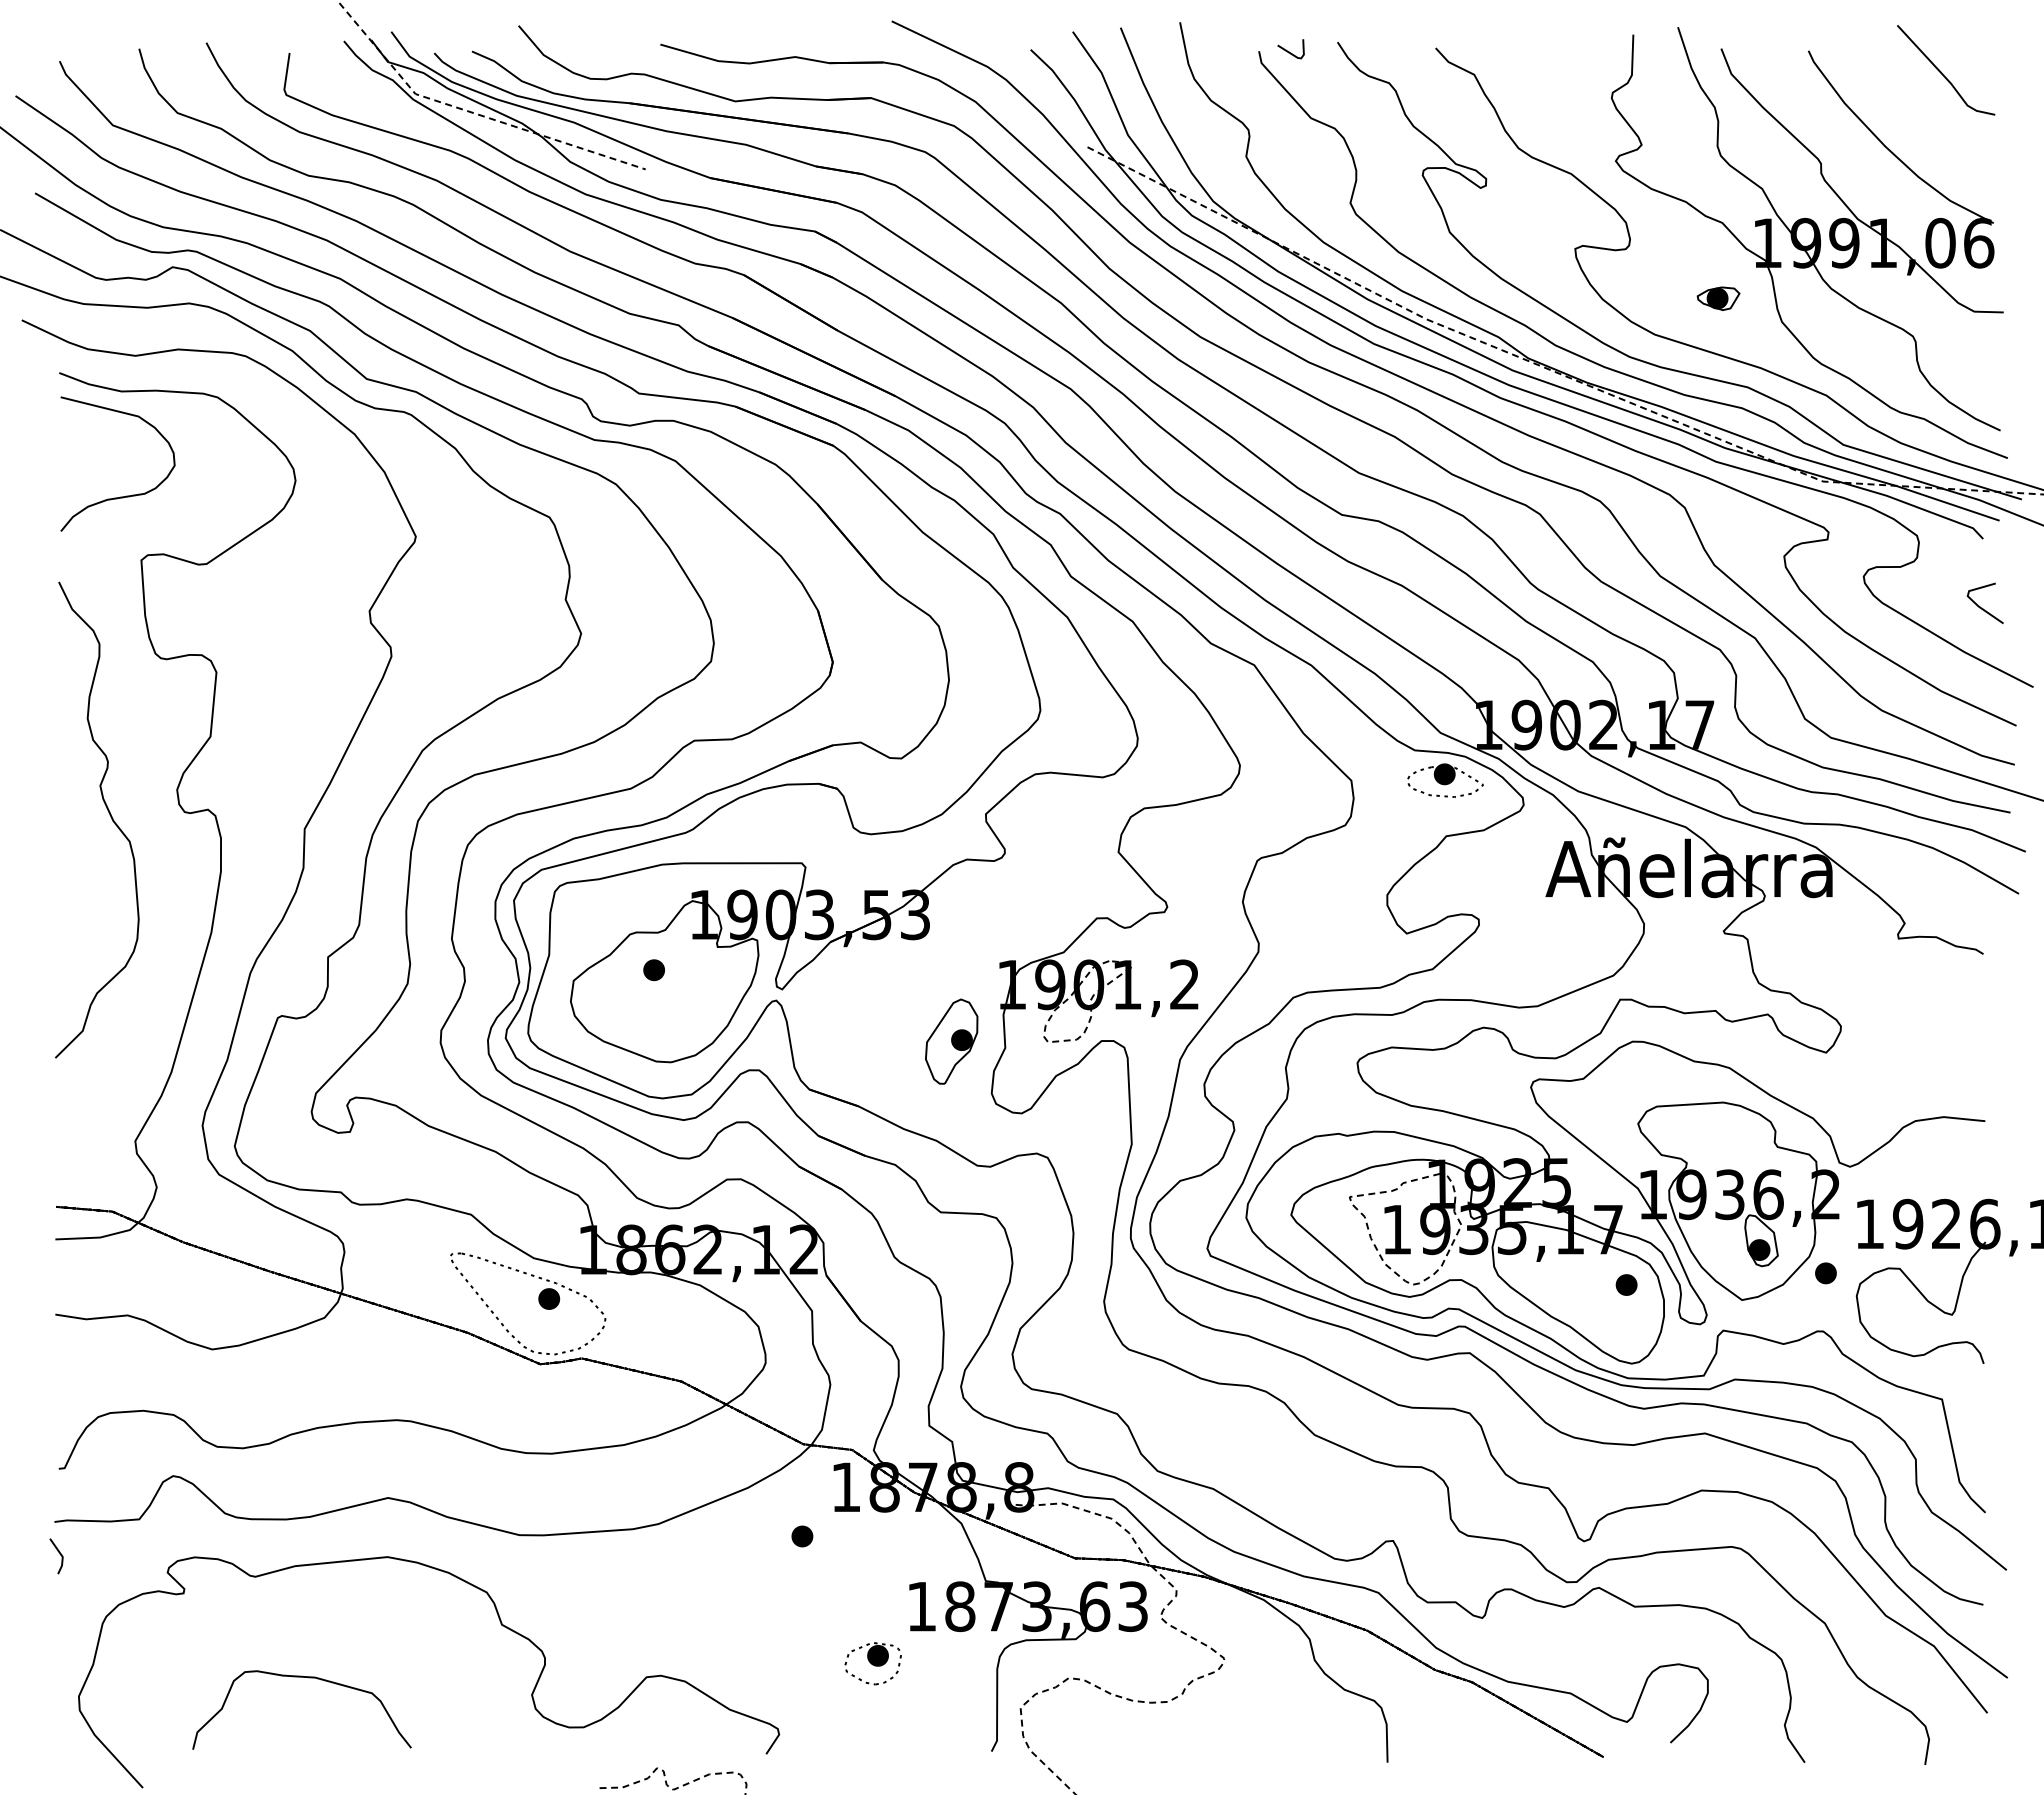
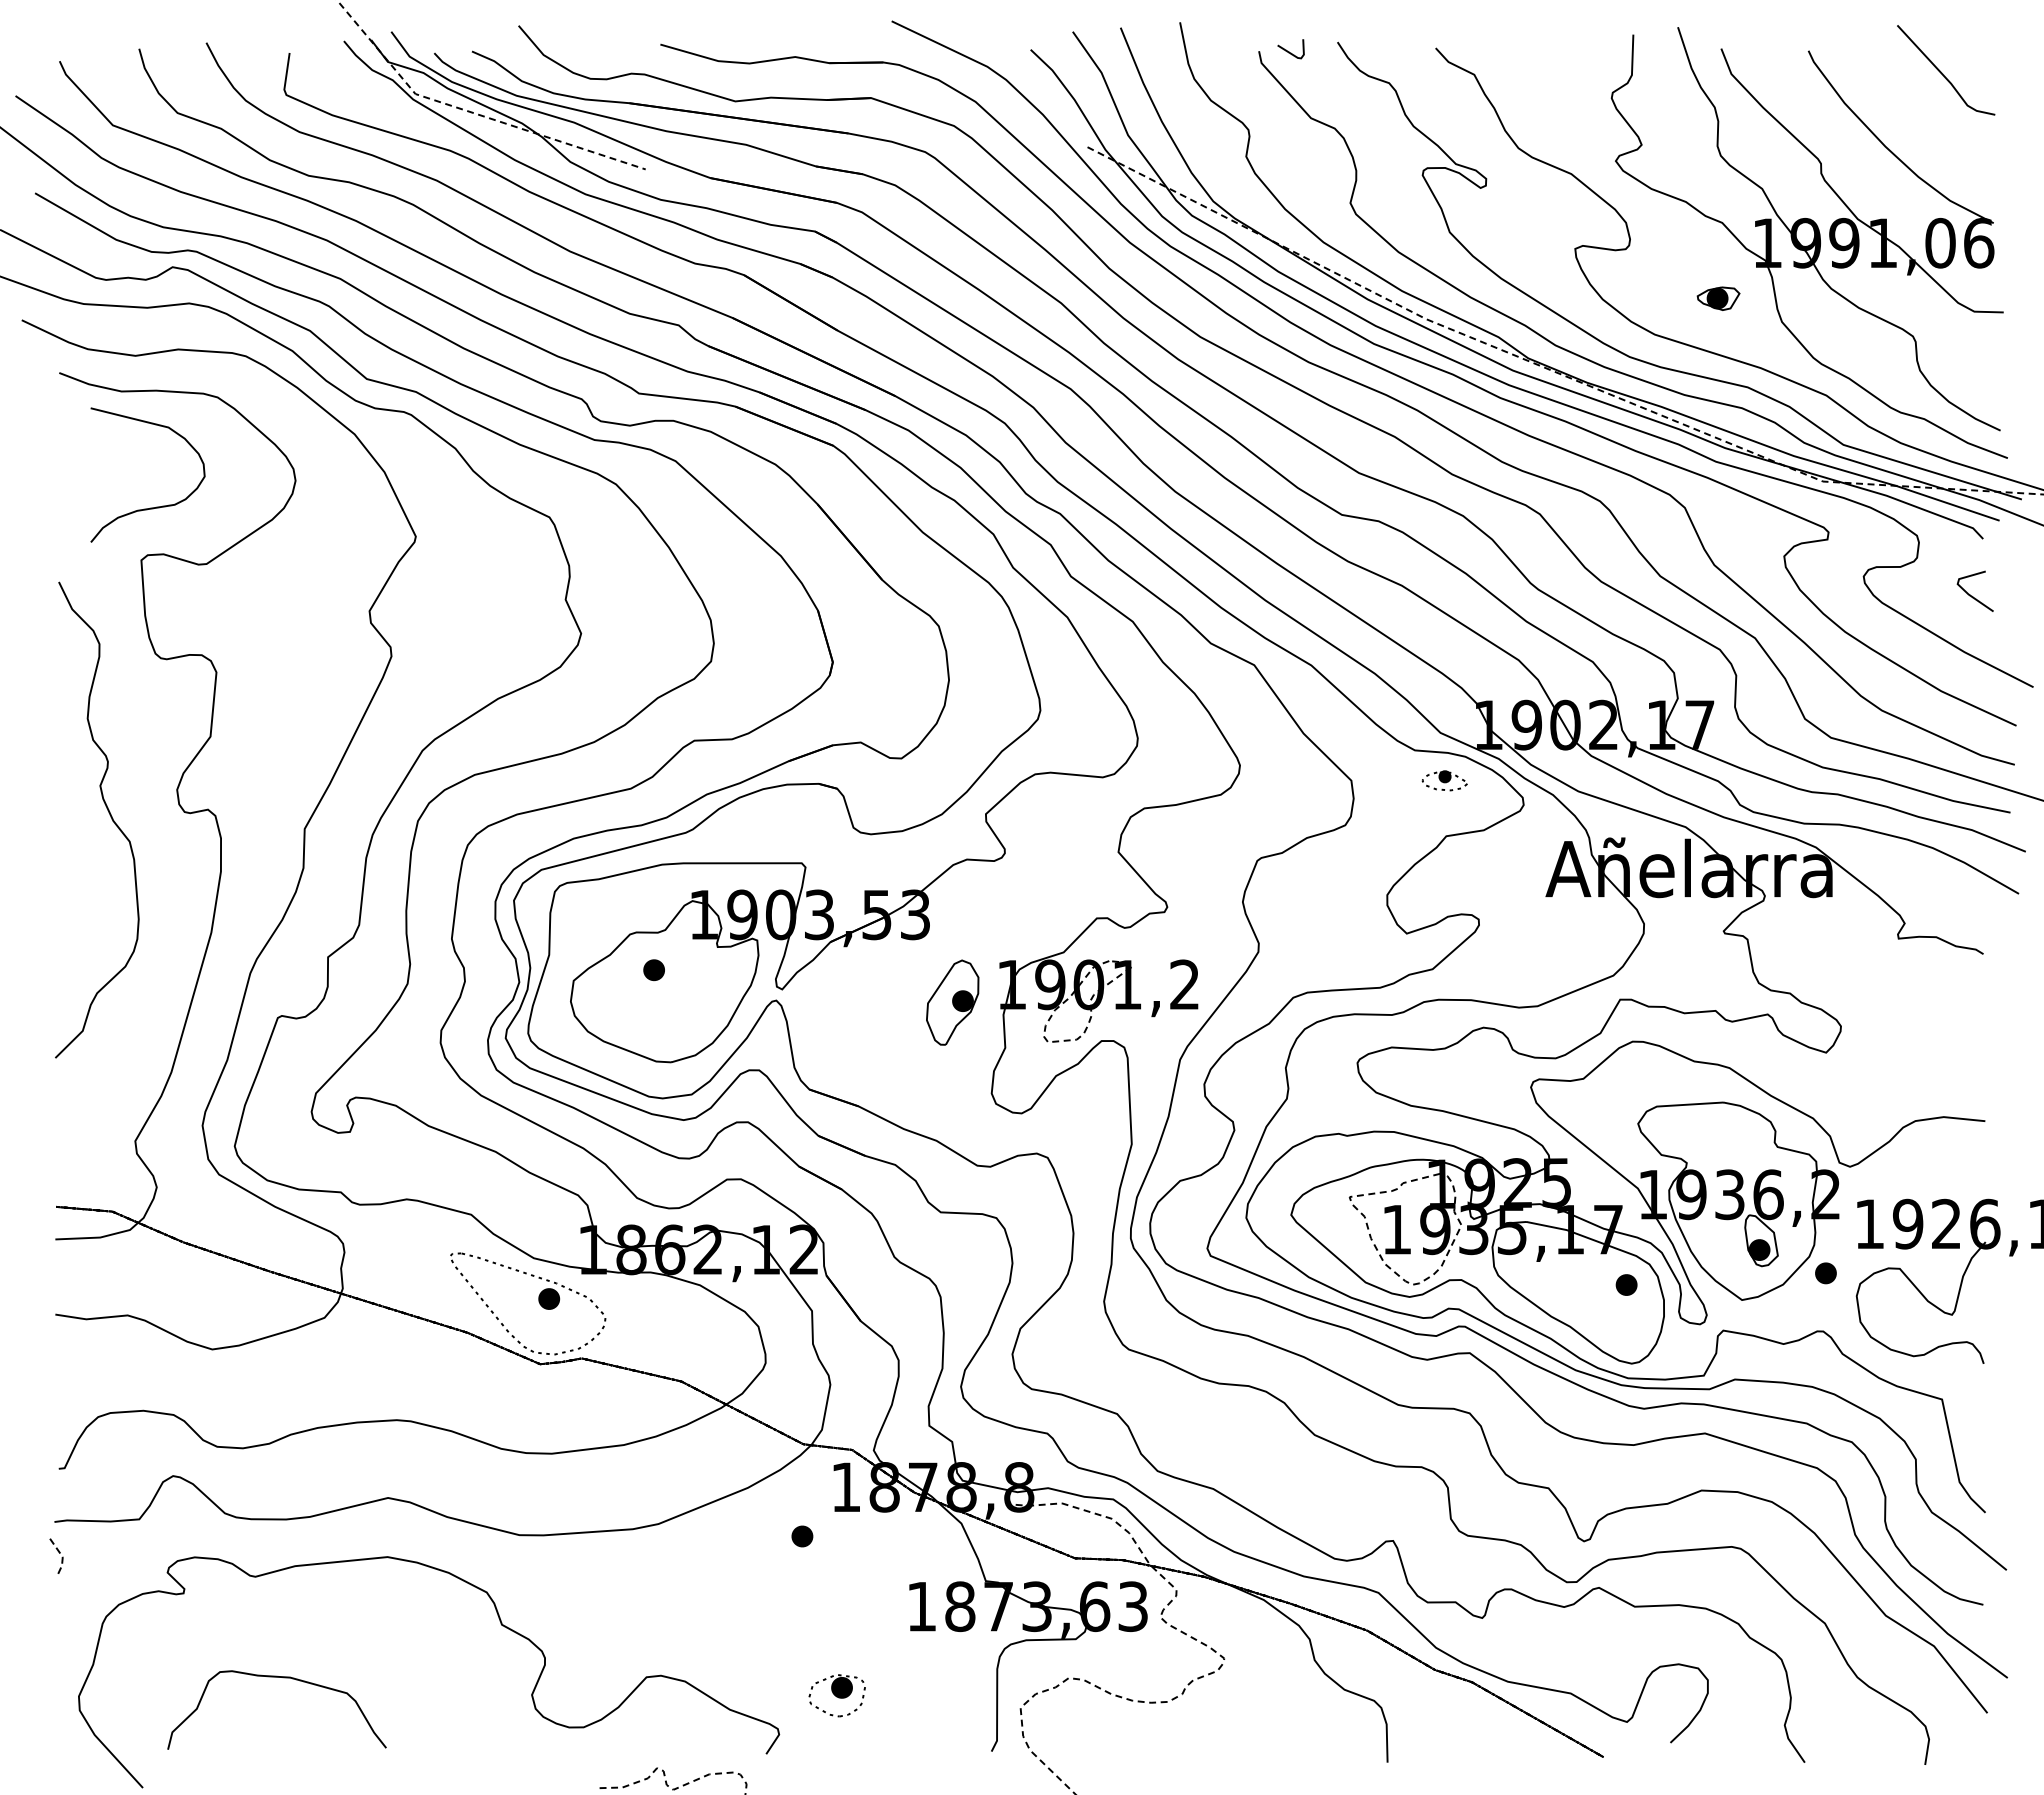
curve at (120, 496) position: (120, 496) -> (150, 507)
line at (1980, 606) position: (1980, 606) -> (1970, 594)
part at (1445, 780) size: 77x35 px -> 47x22 px
part at (951, 1041) position: (951, 1041) -> (952, 1002)
line at (62, 1556): solid -> dashed
part at (872, 1663) position: (872, 1663) -> (836, 1695)
curve at (308, 1678) position: (308, 1678) -> (283, 1678)
